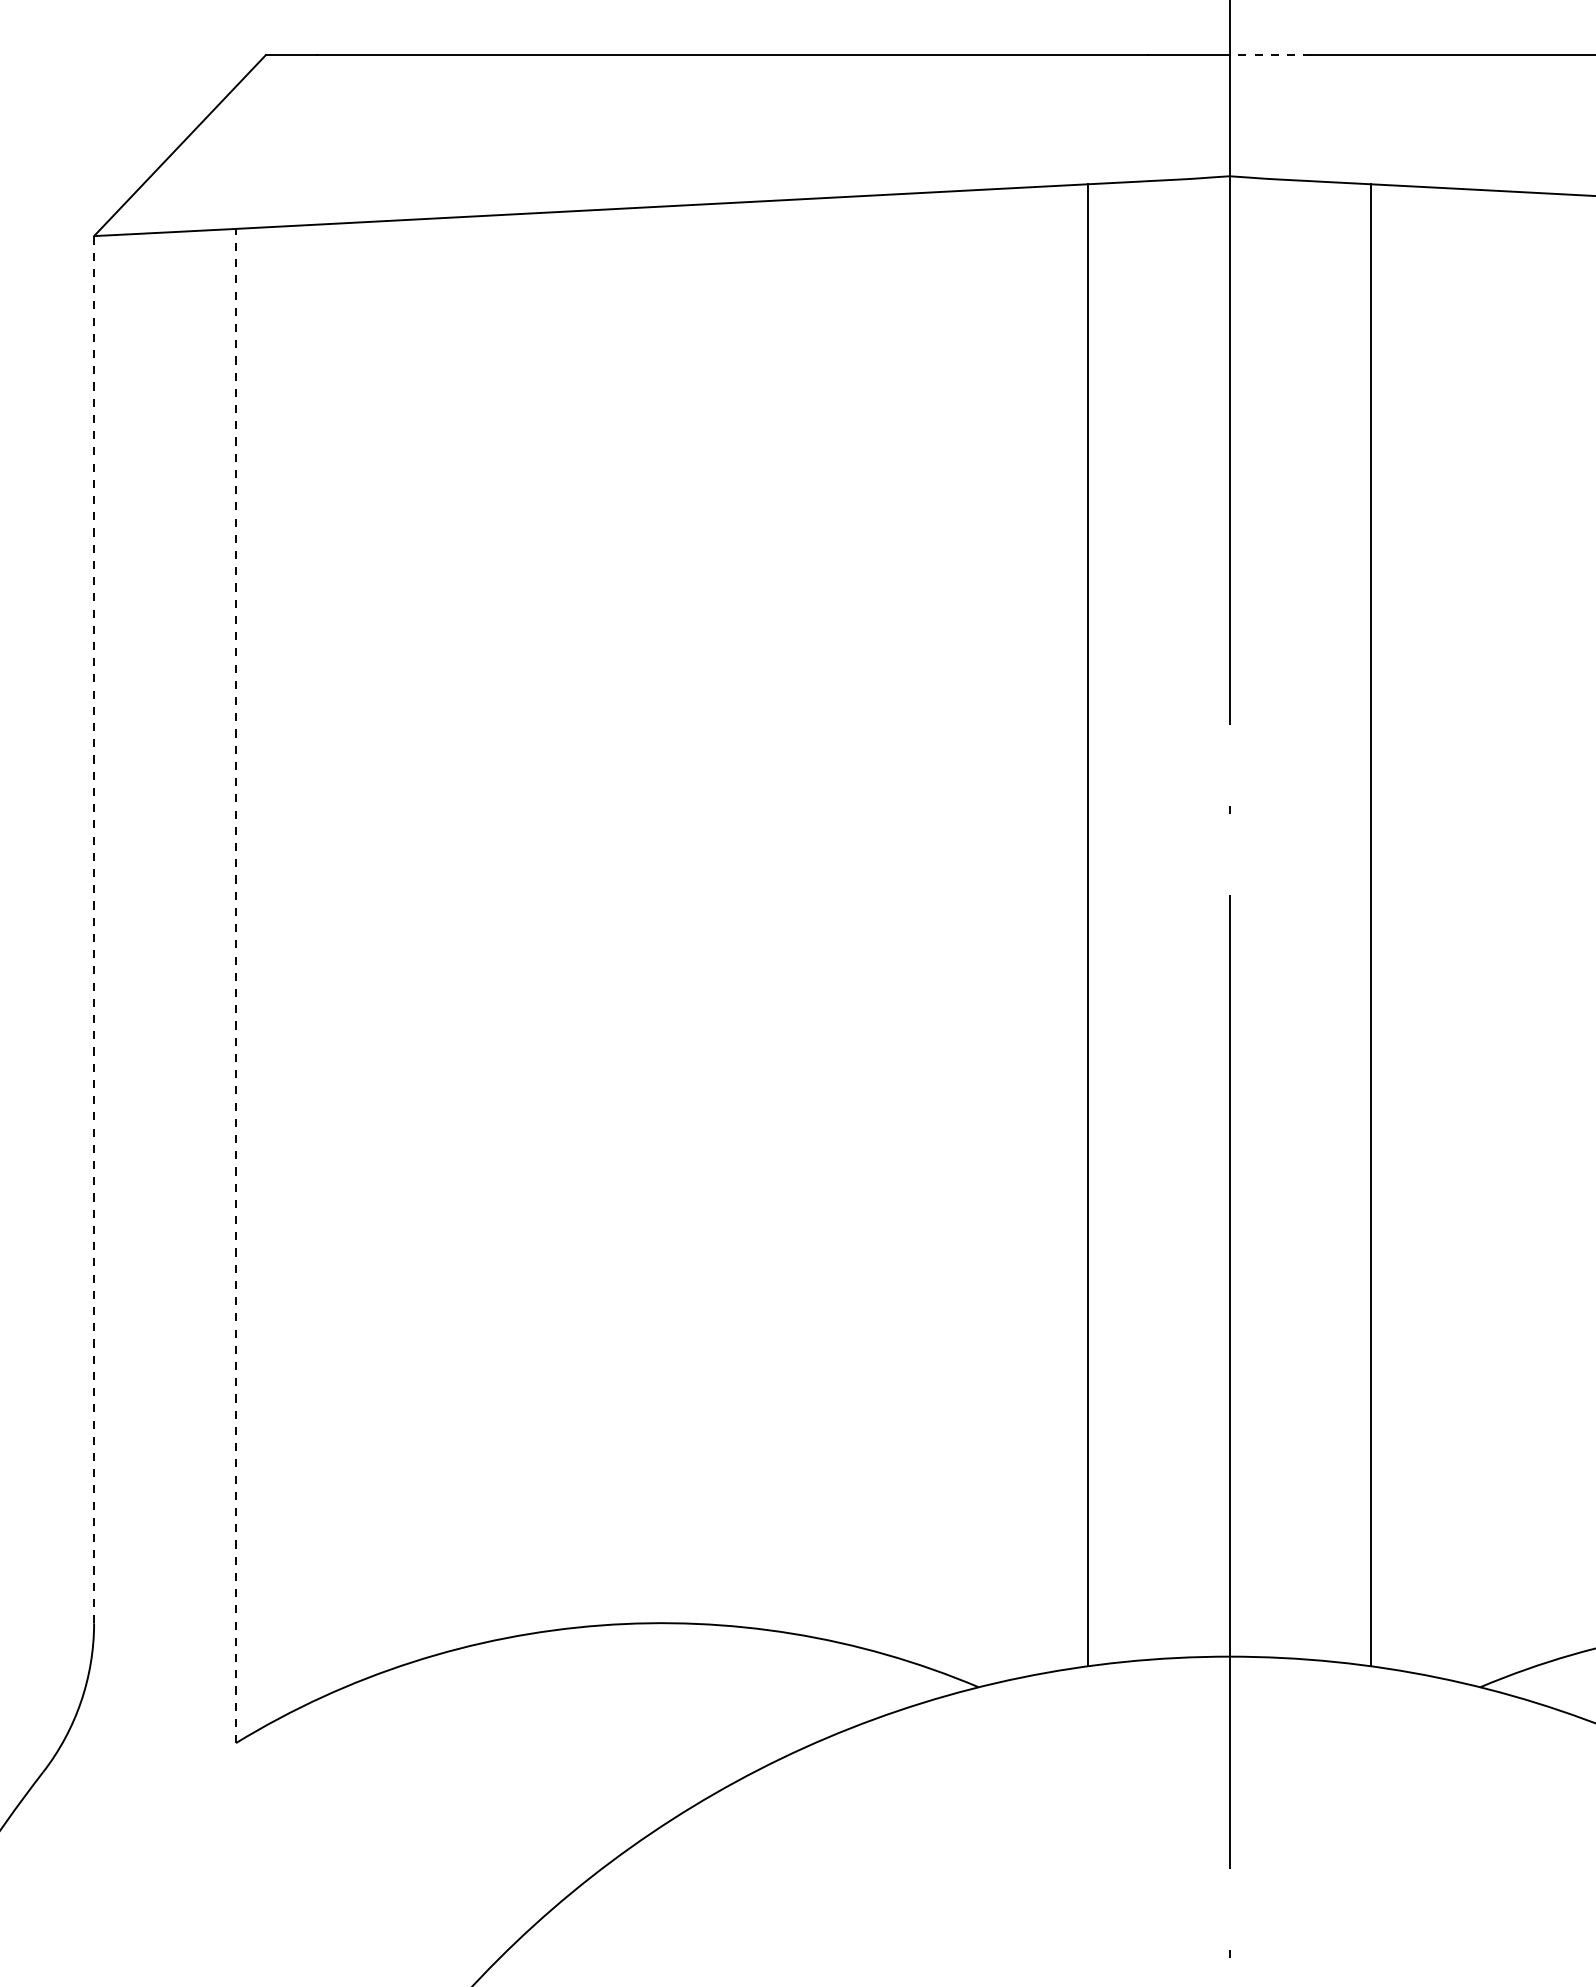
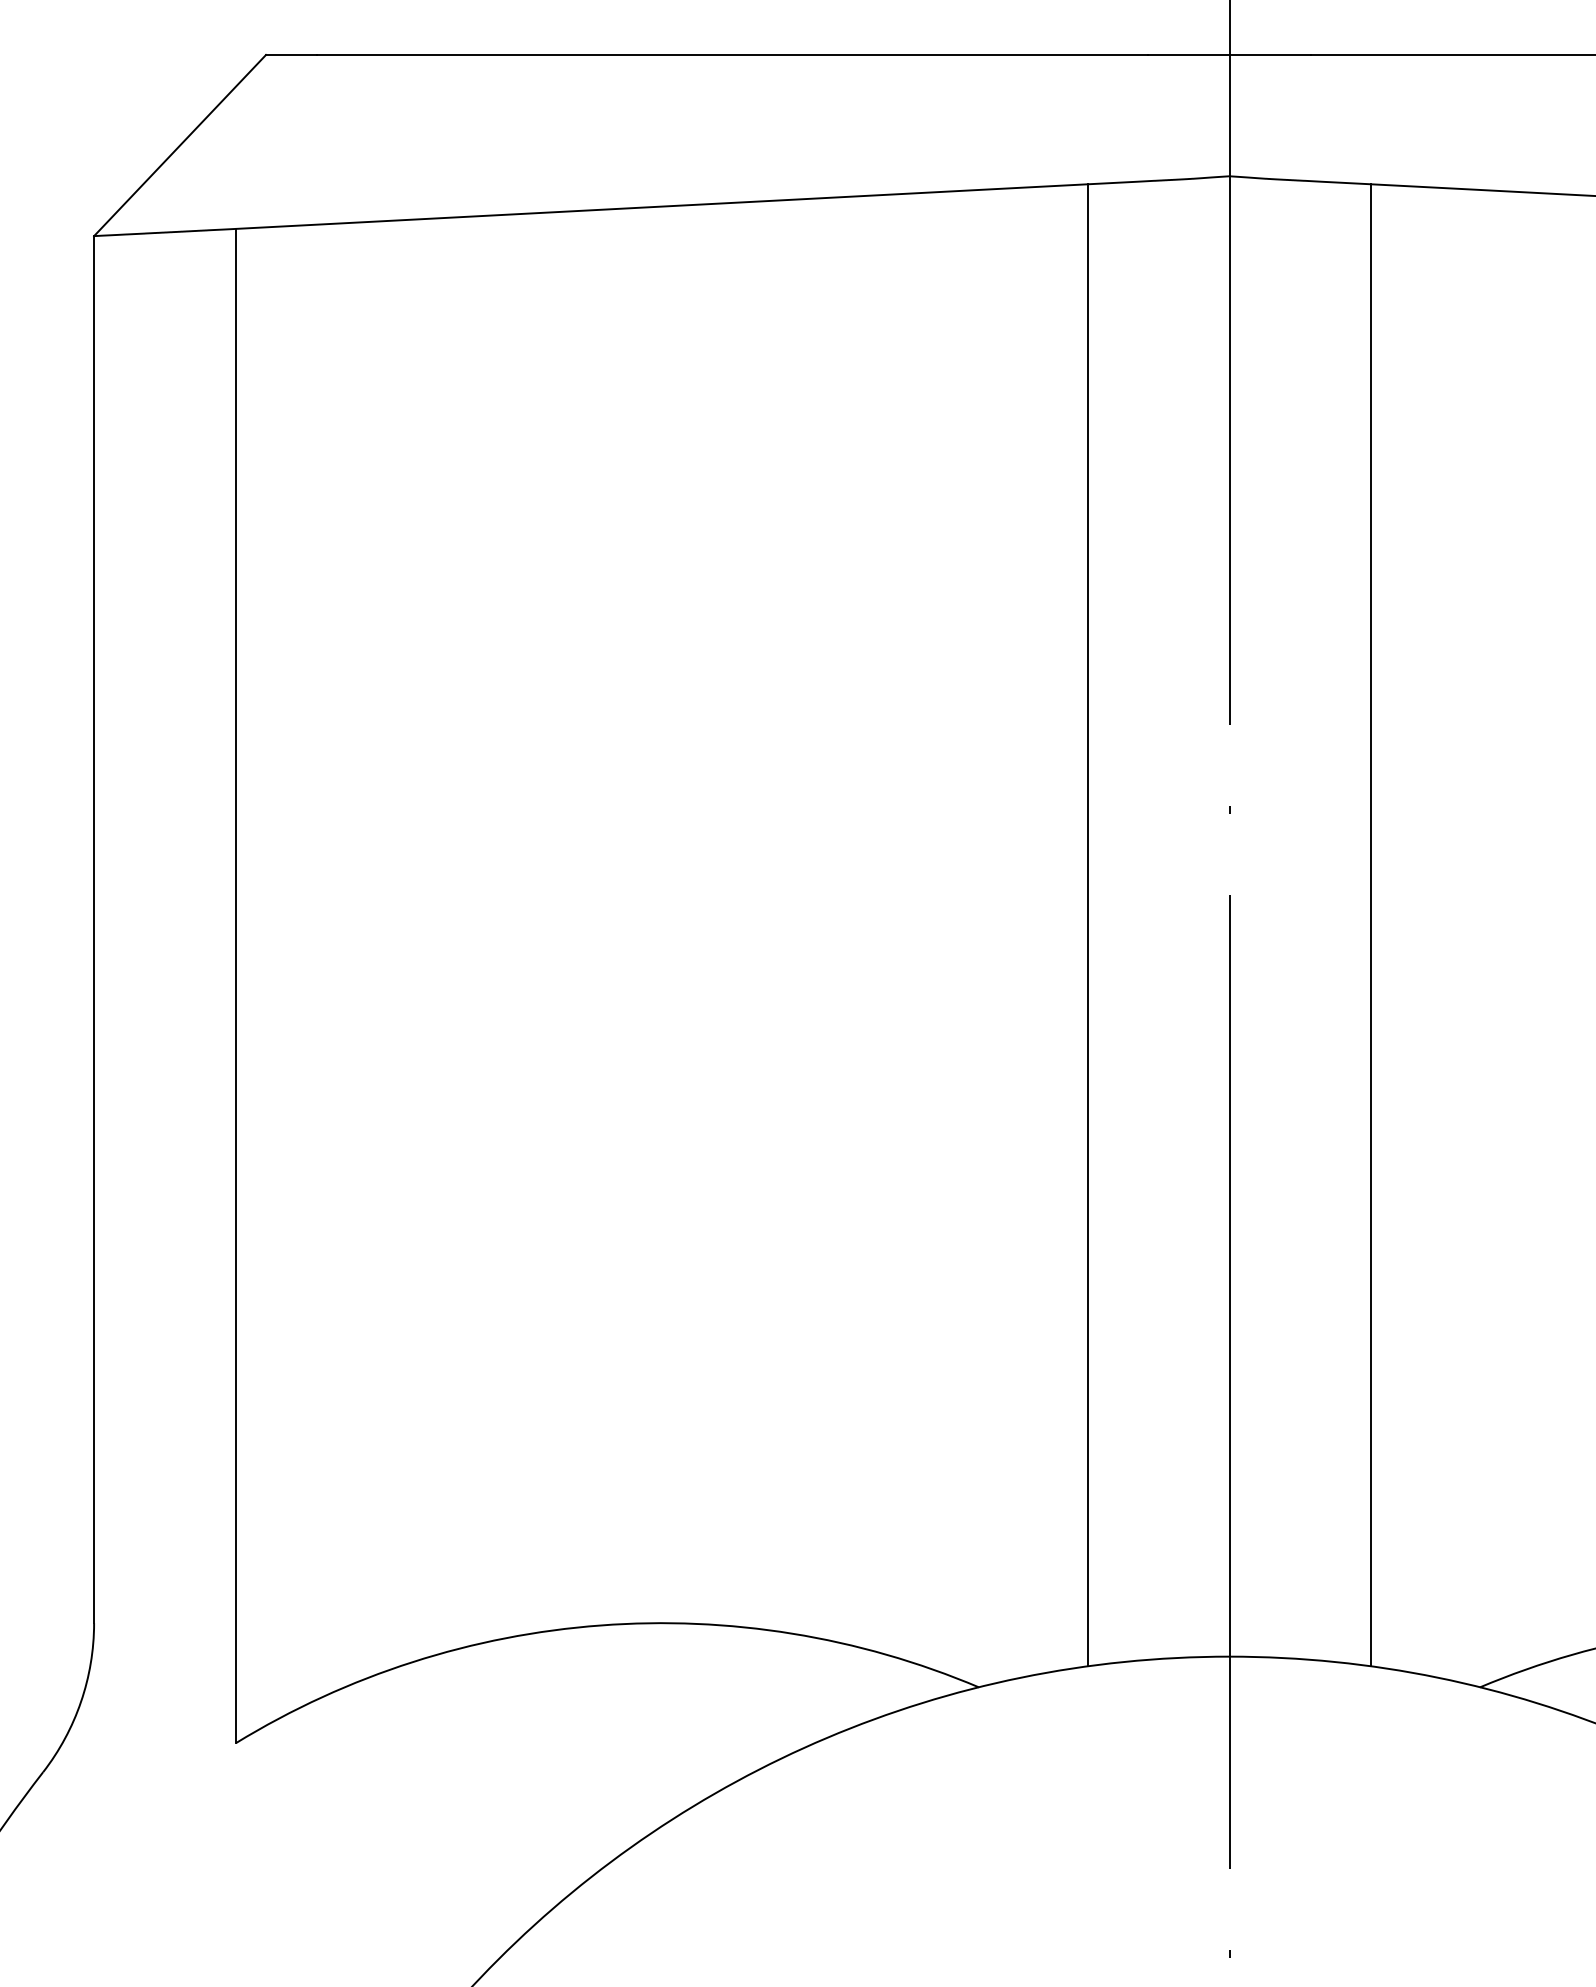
line at (1270, 54): dashed -> solid
line at (94, 929): dashed -> solid
line at (236, 985): dashed -> solid
